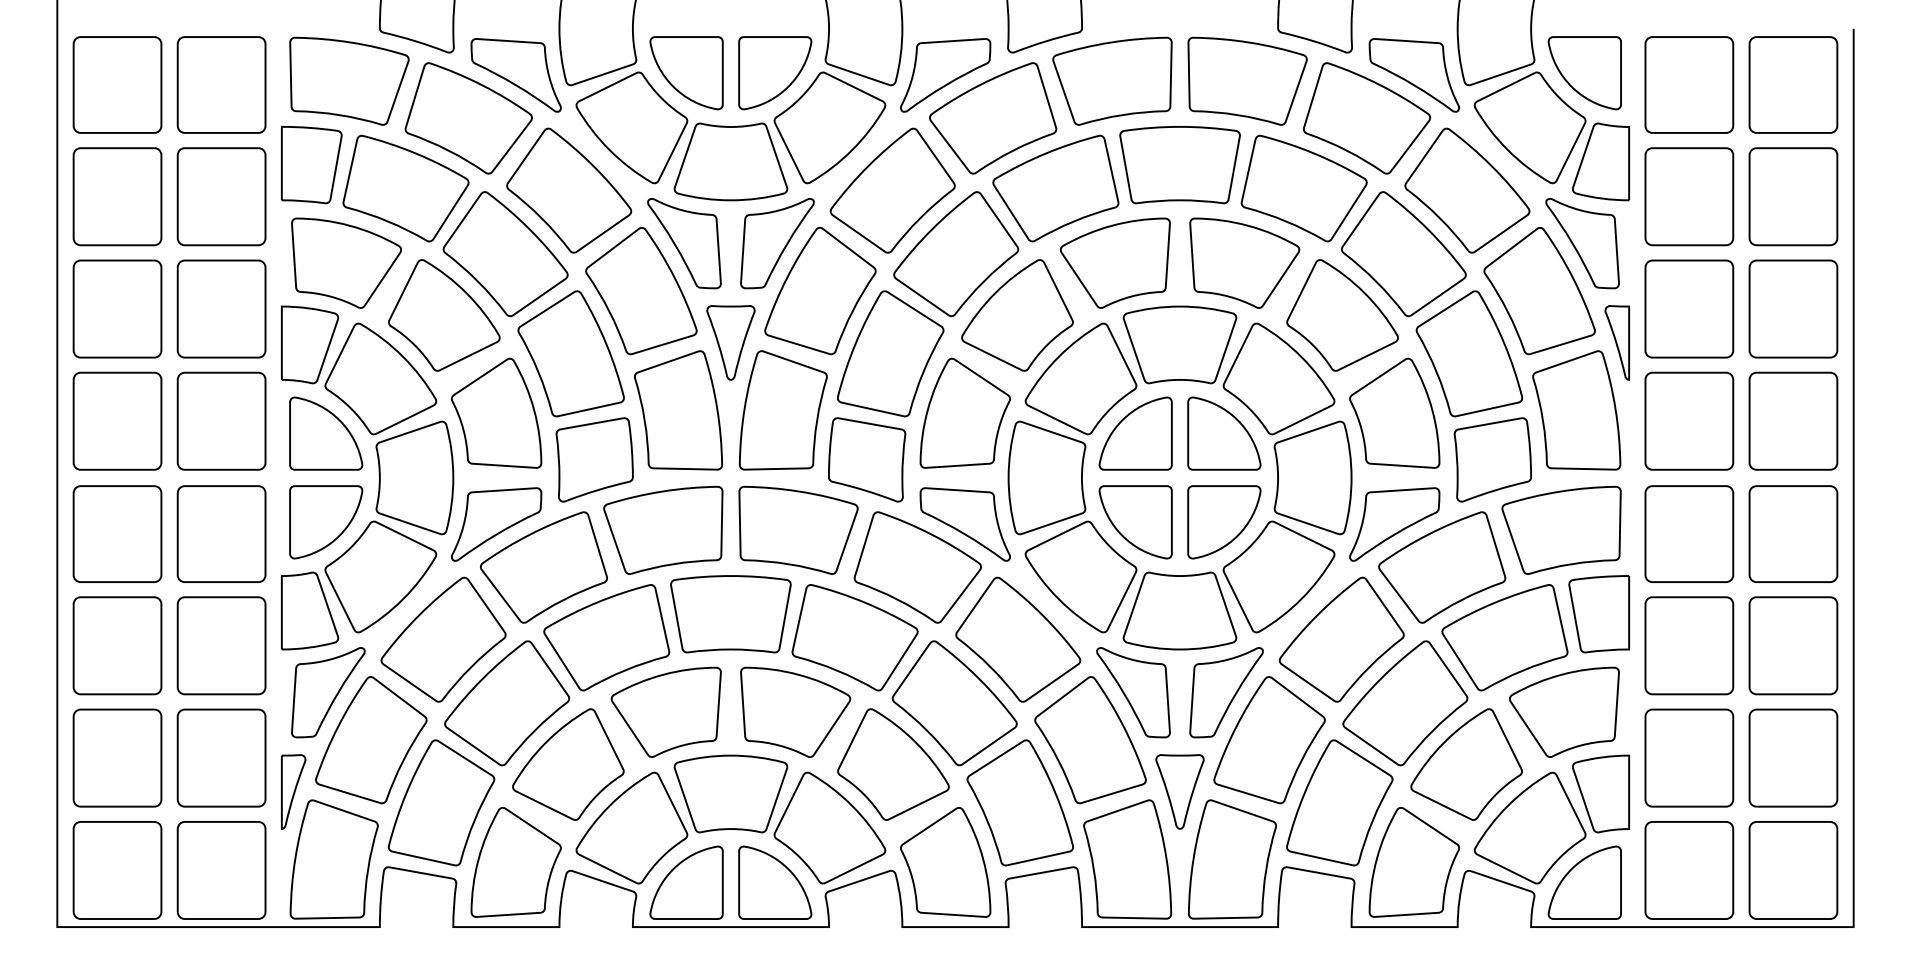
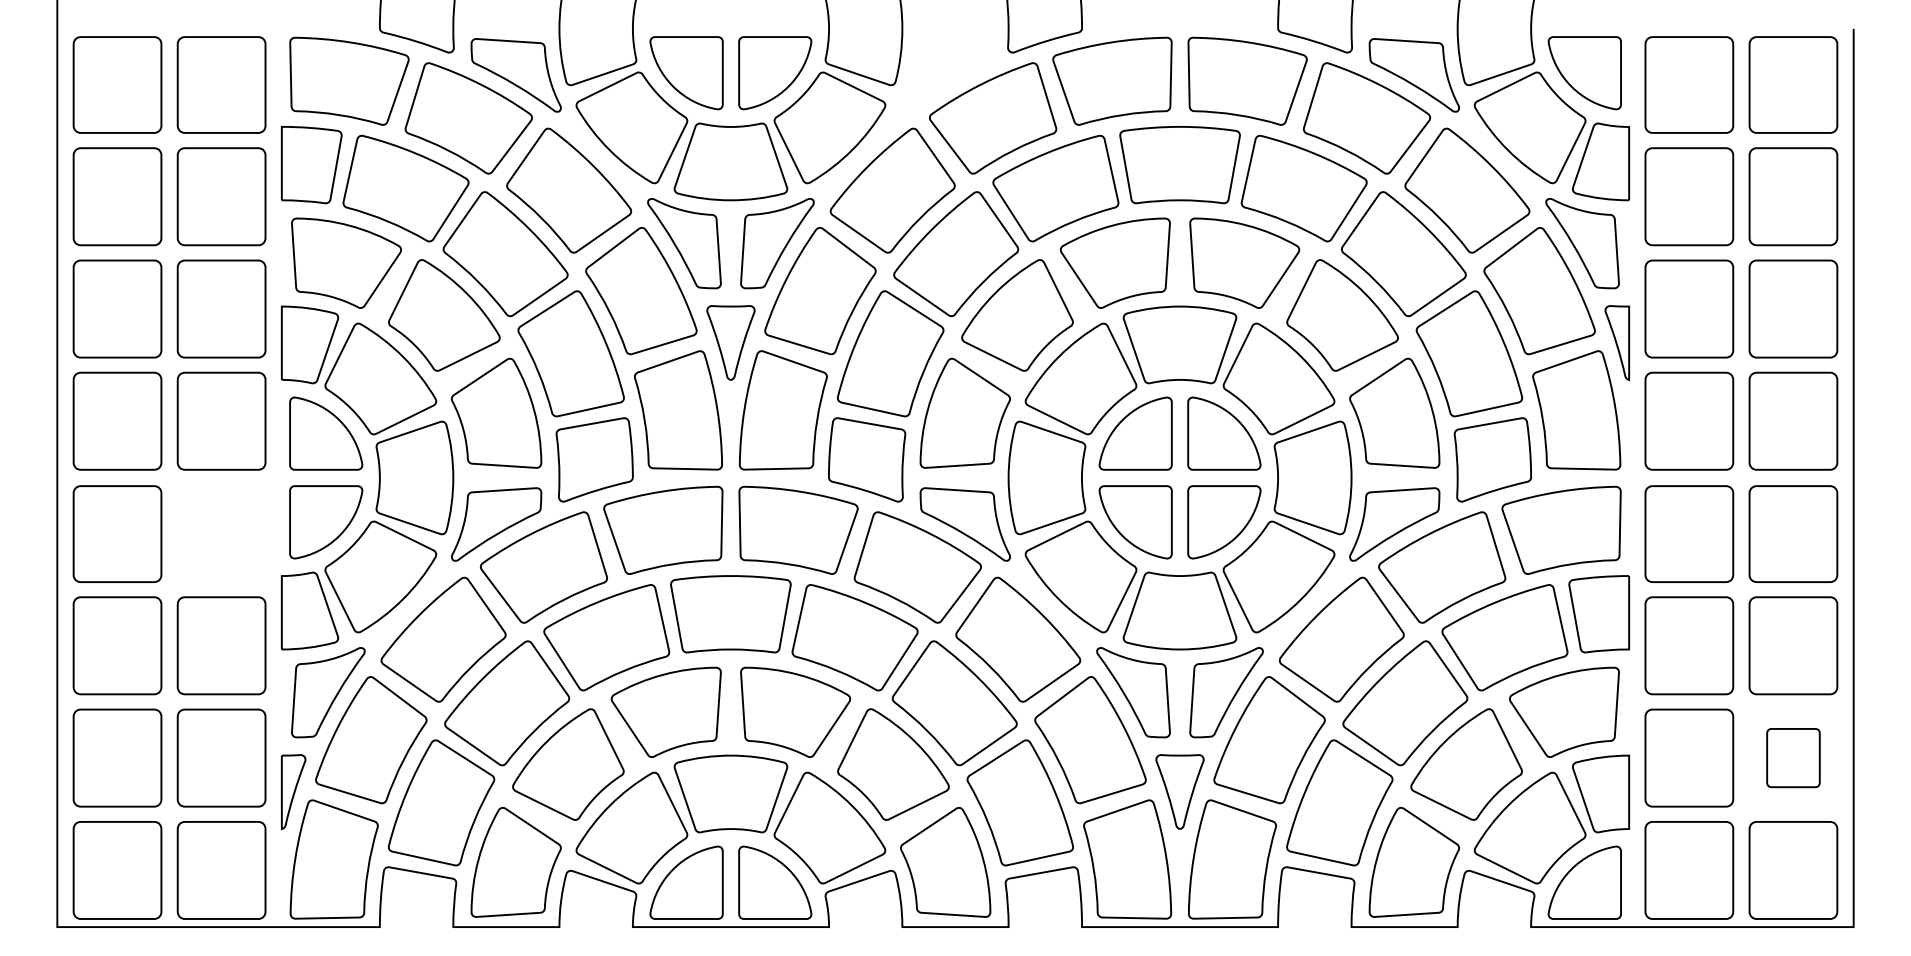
part at (945, 75): present -> none
part at (221, 533): present -> none
part at (1793, 757) size: 91x100 px -> 55x61 px
